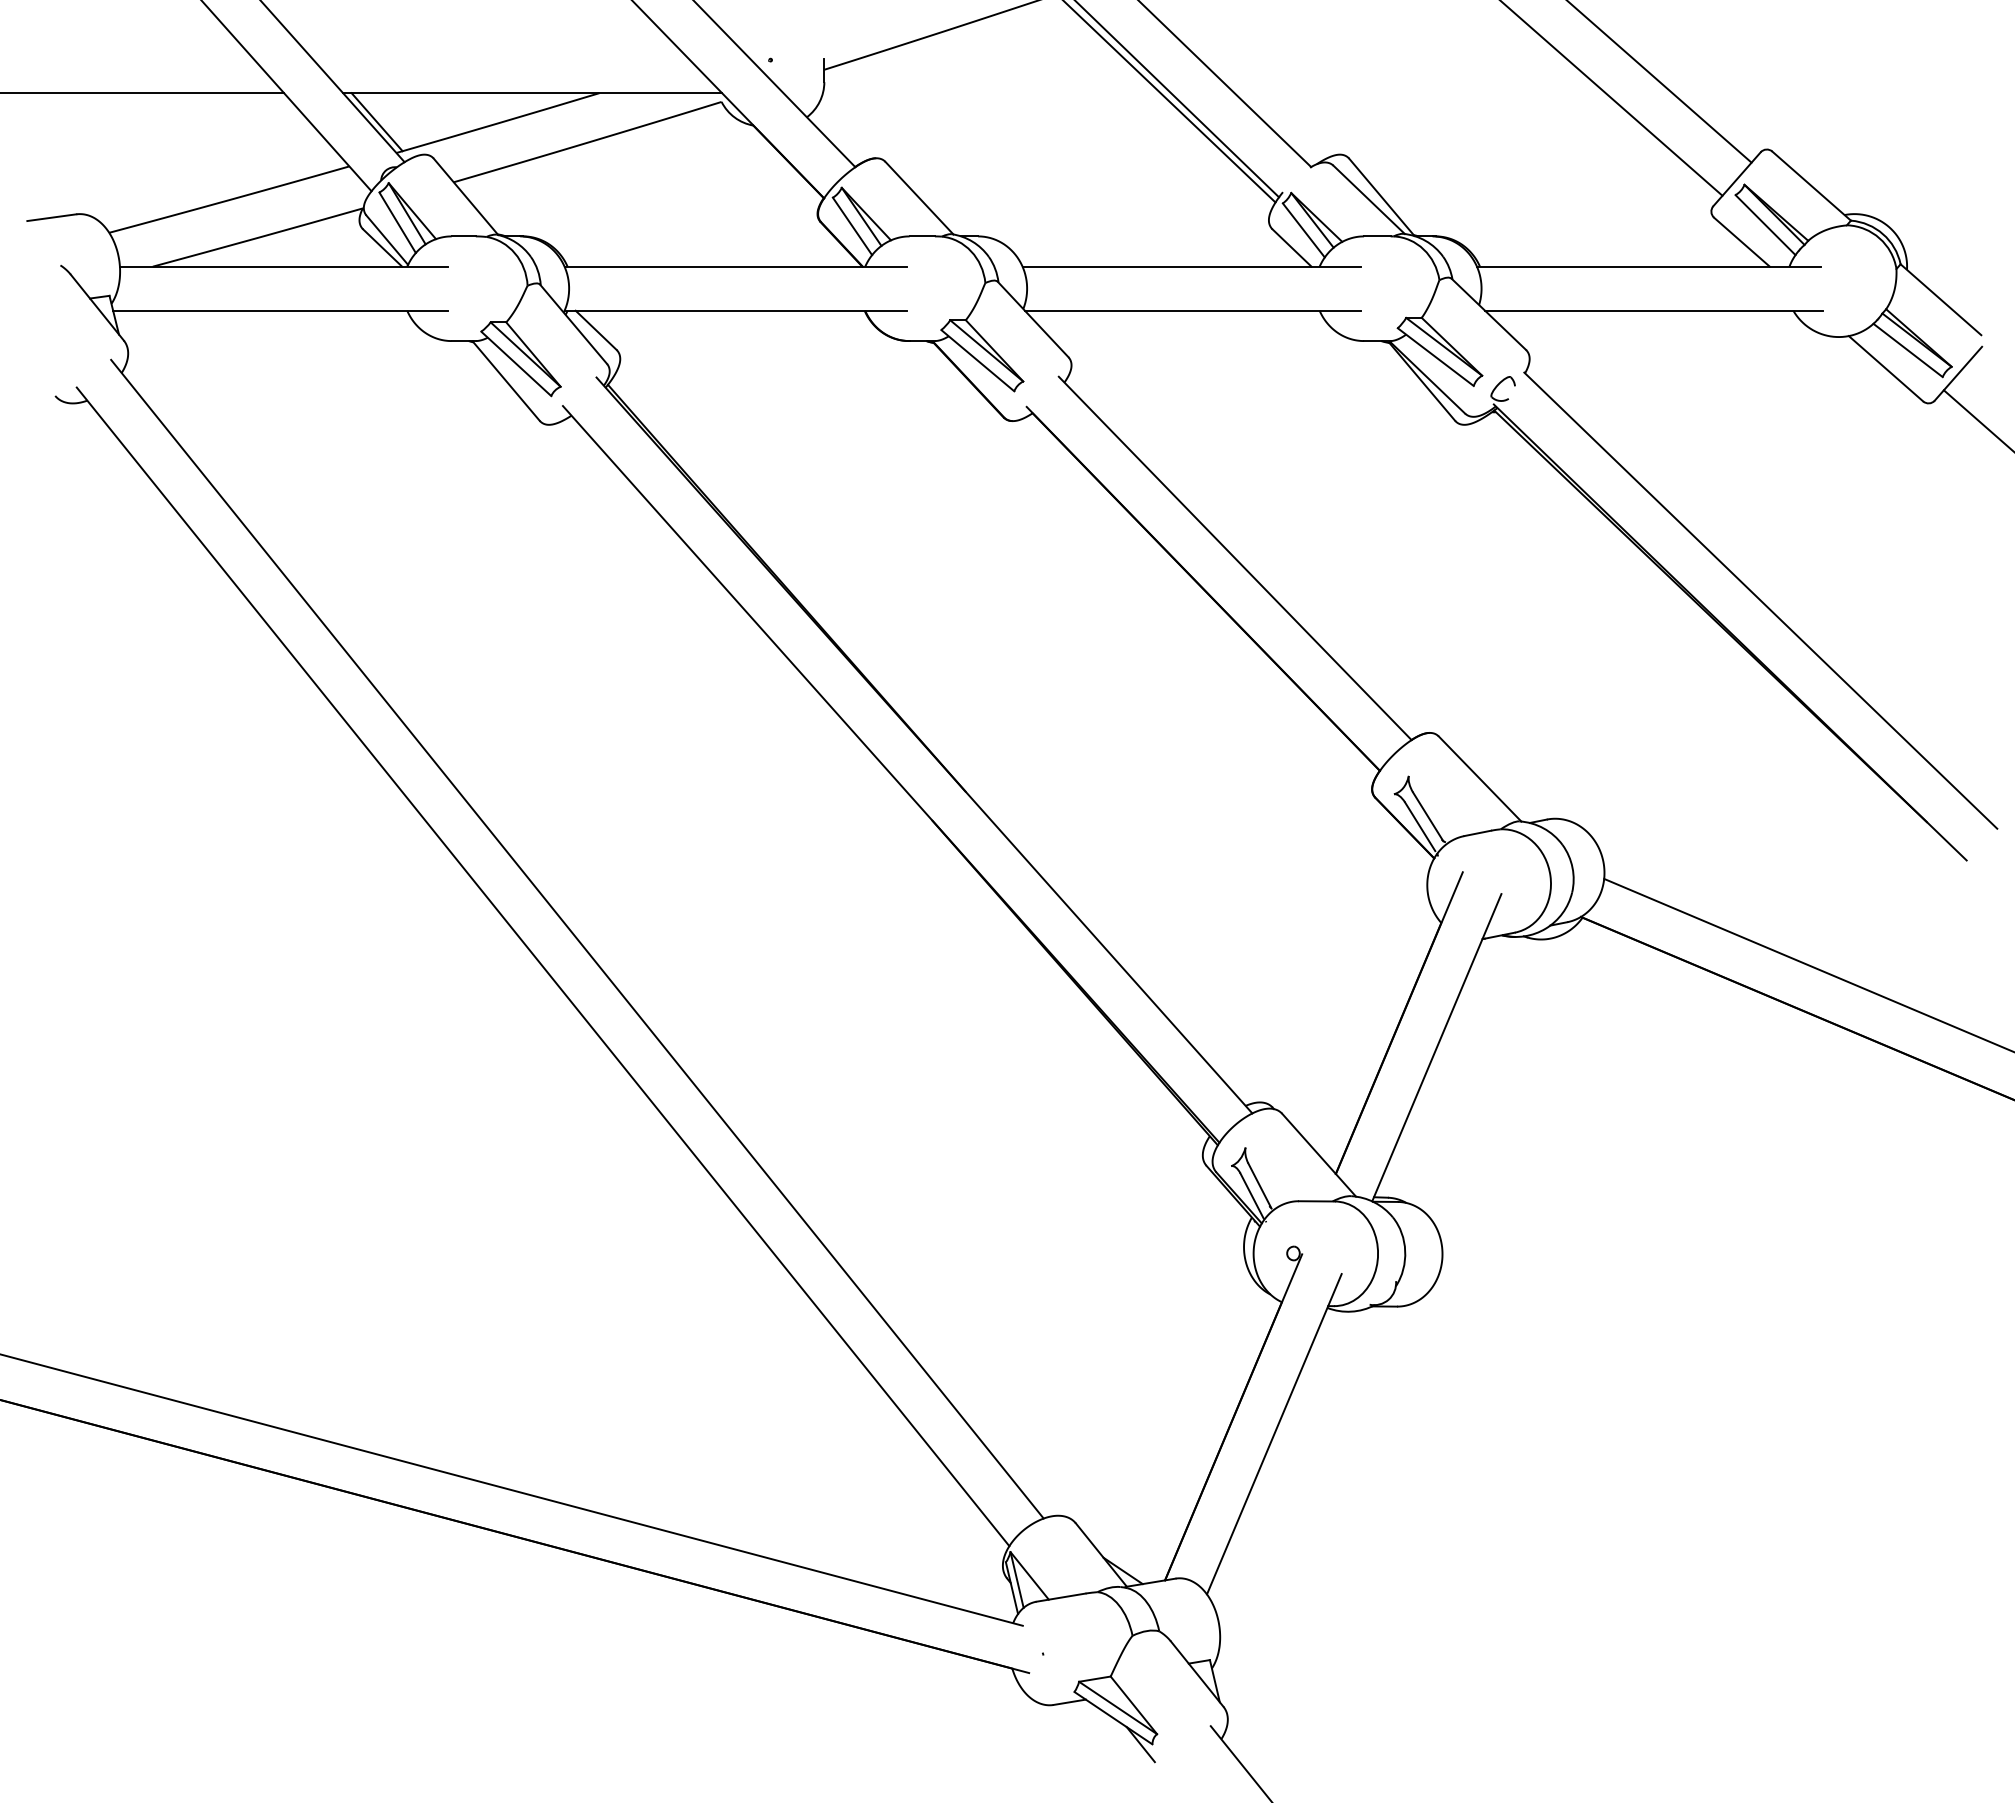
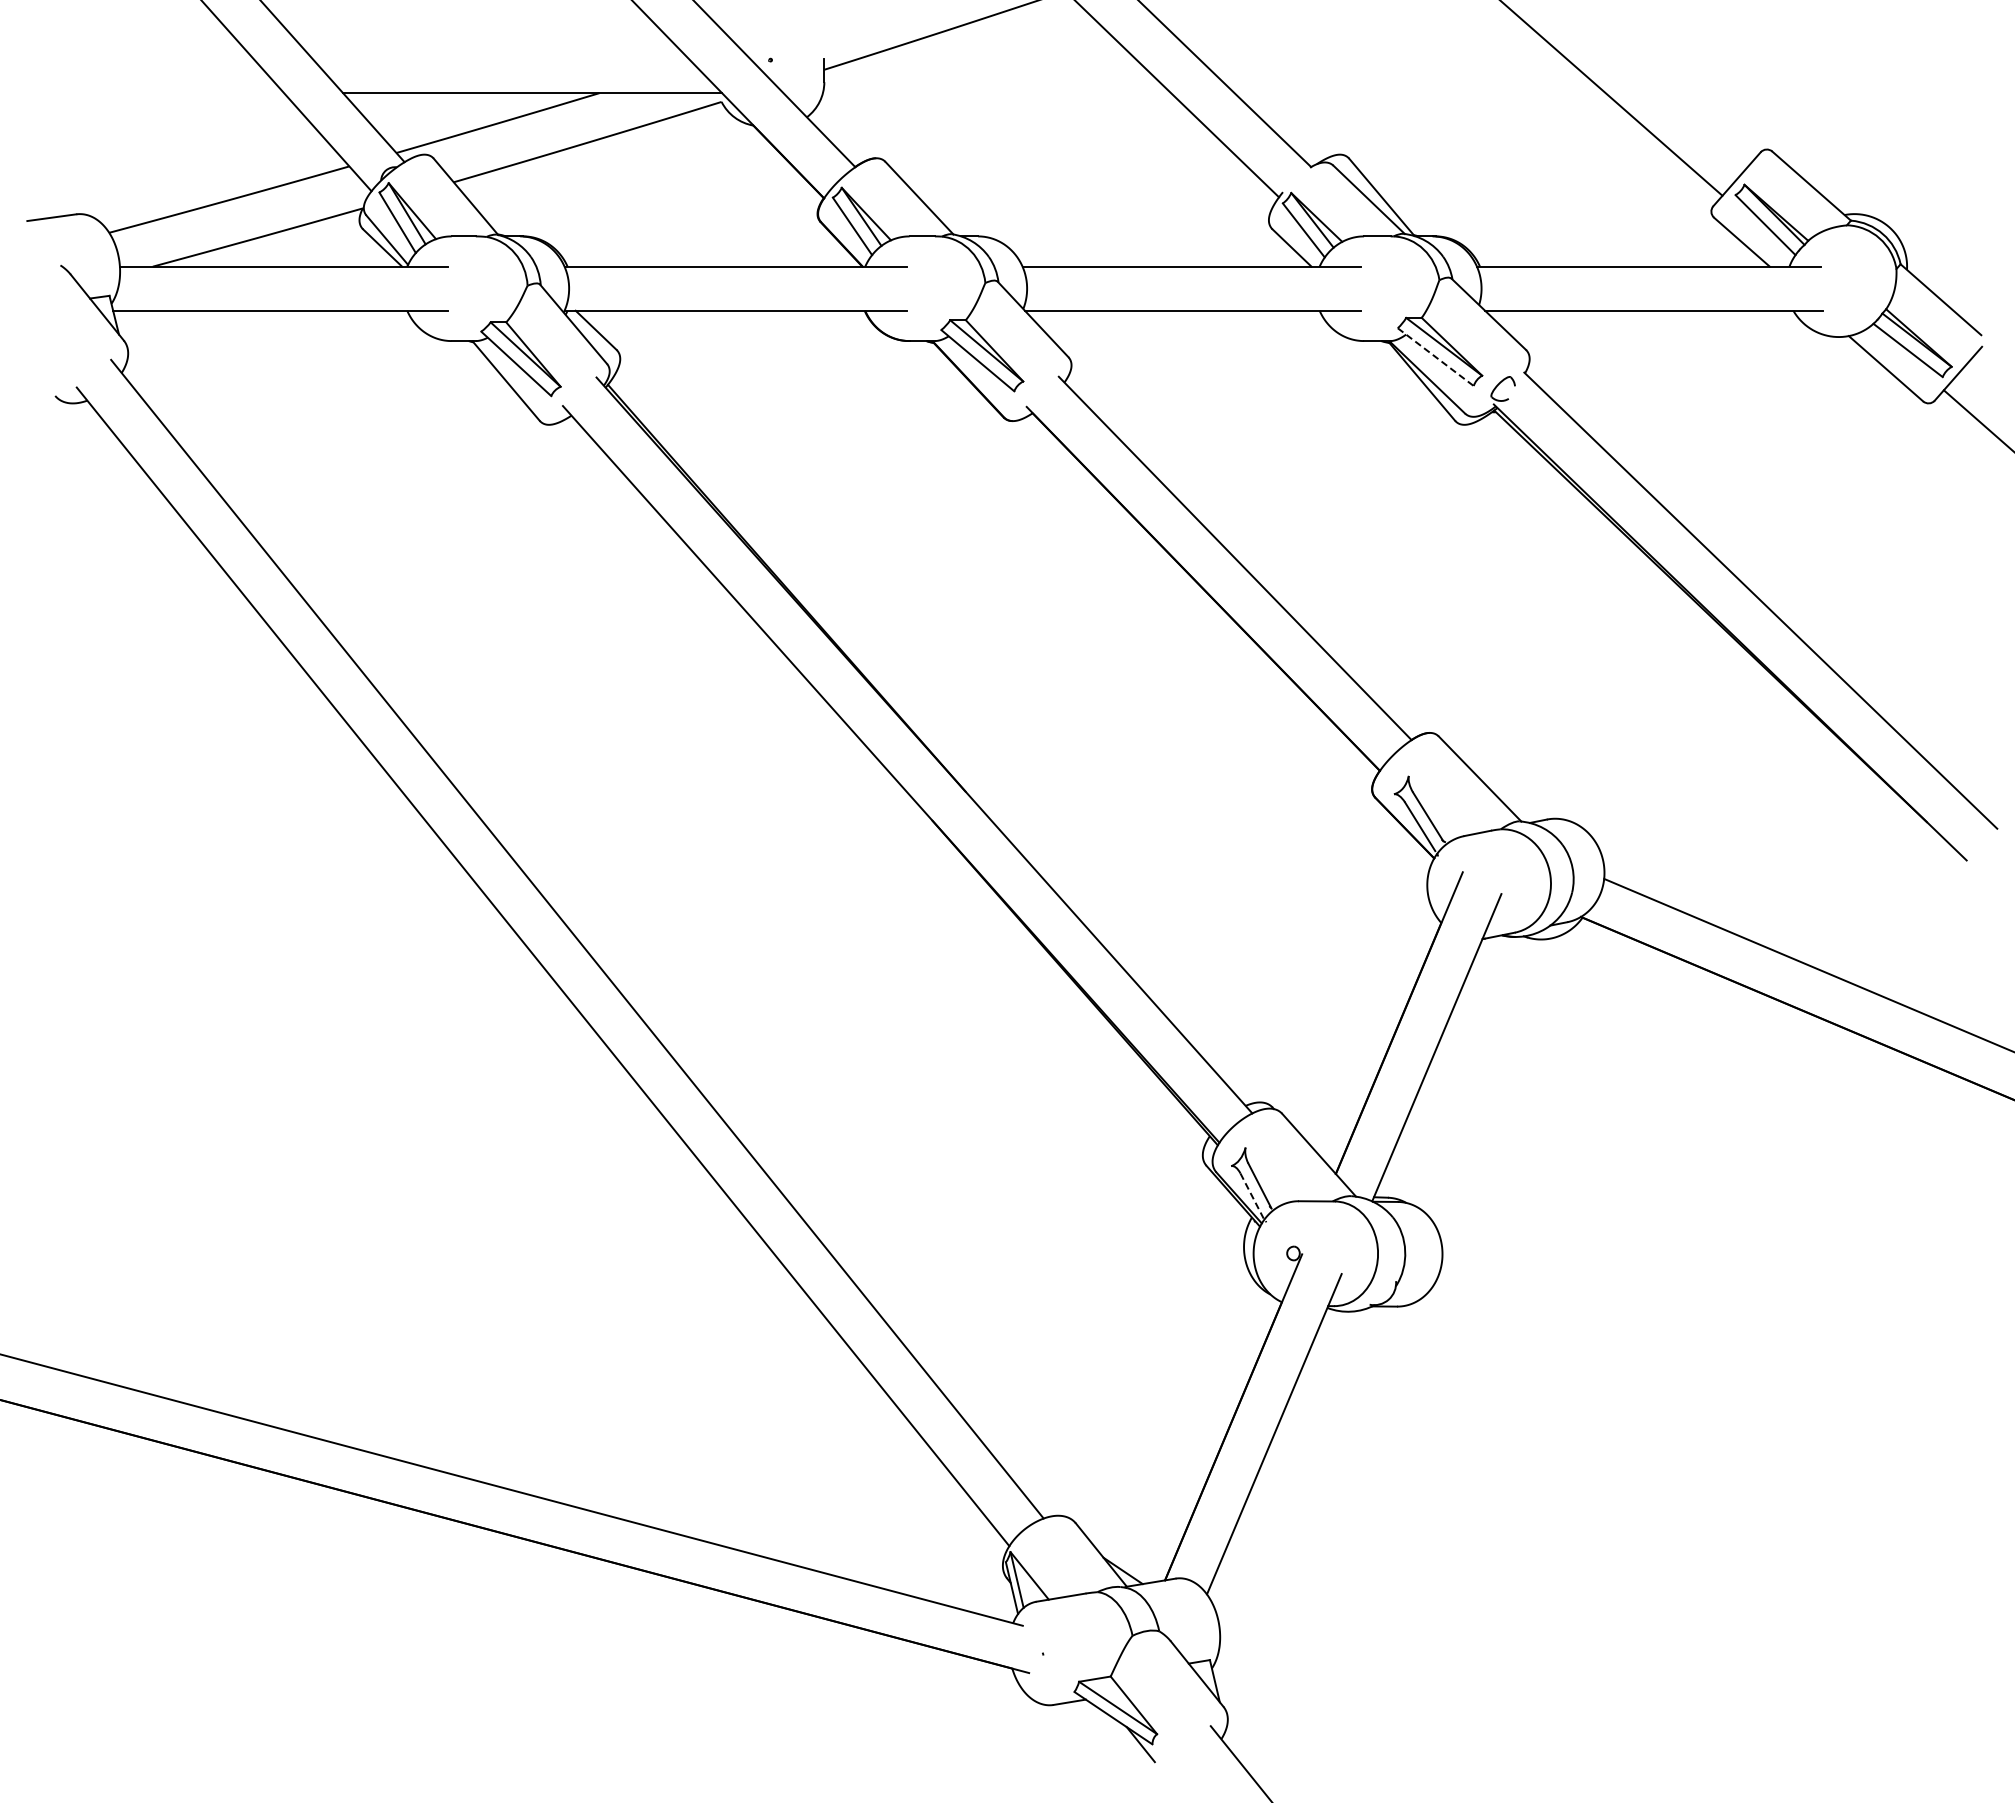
line at (1659, 82): present -> none
line at (143, 93): present -> none
line at (1170, 102): present -> none
line at (376, 122): present -> none
line at (1435, 357): solid -> dashed
line at (1252, 1196): solid -> dashed
